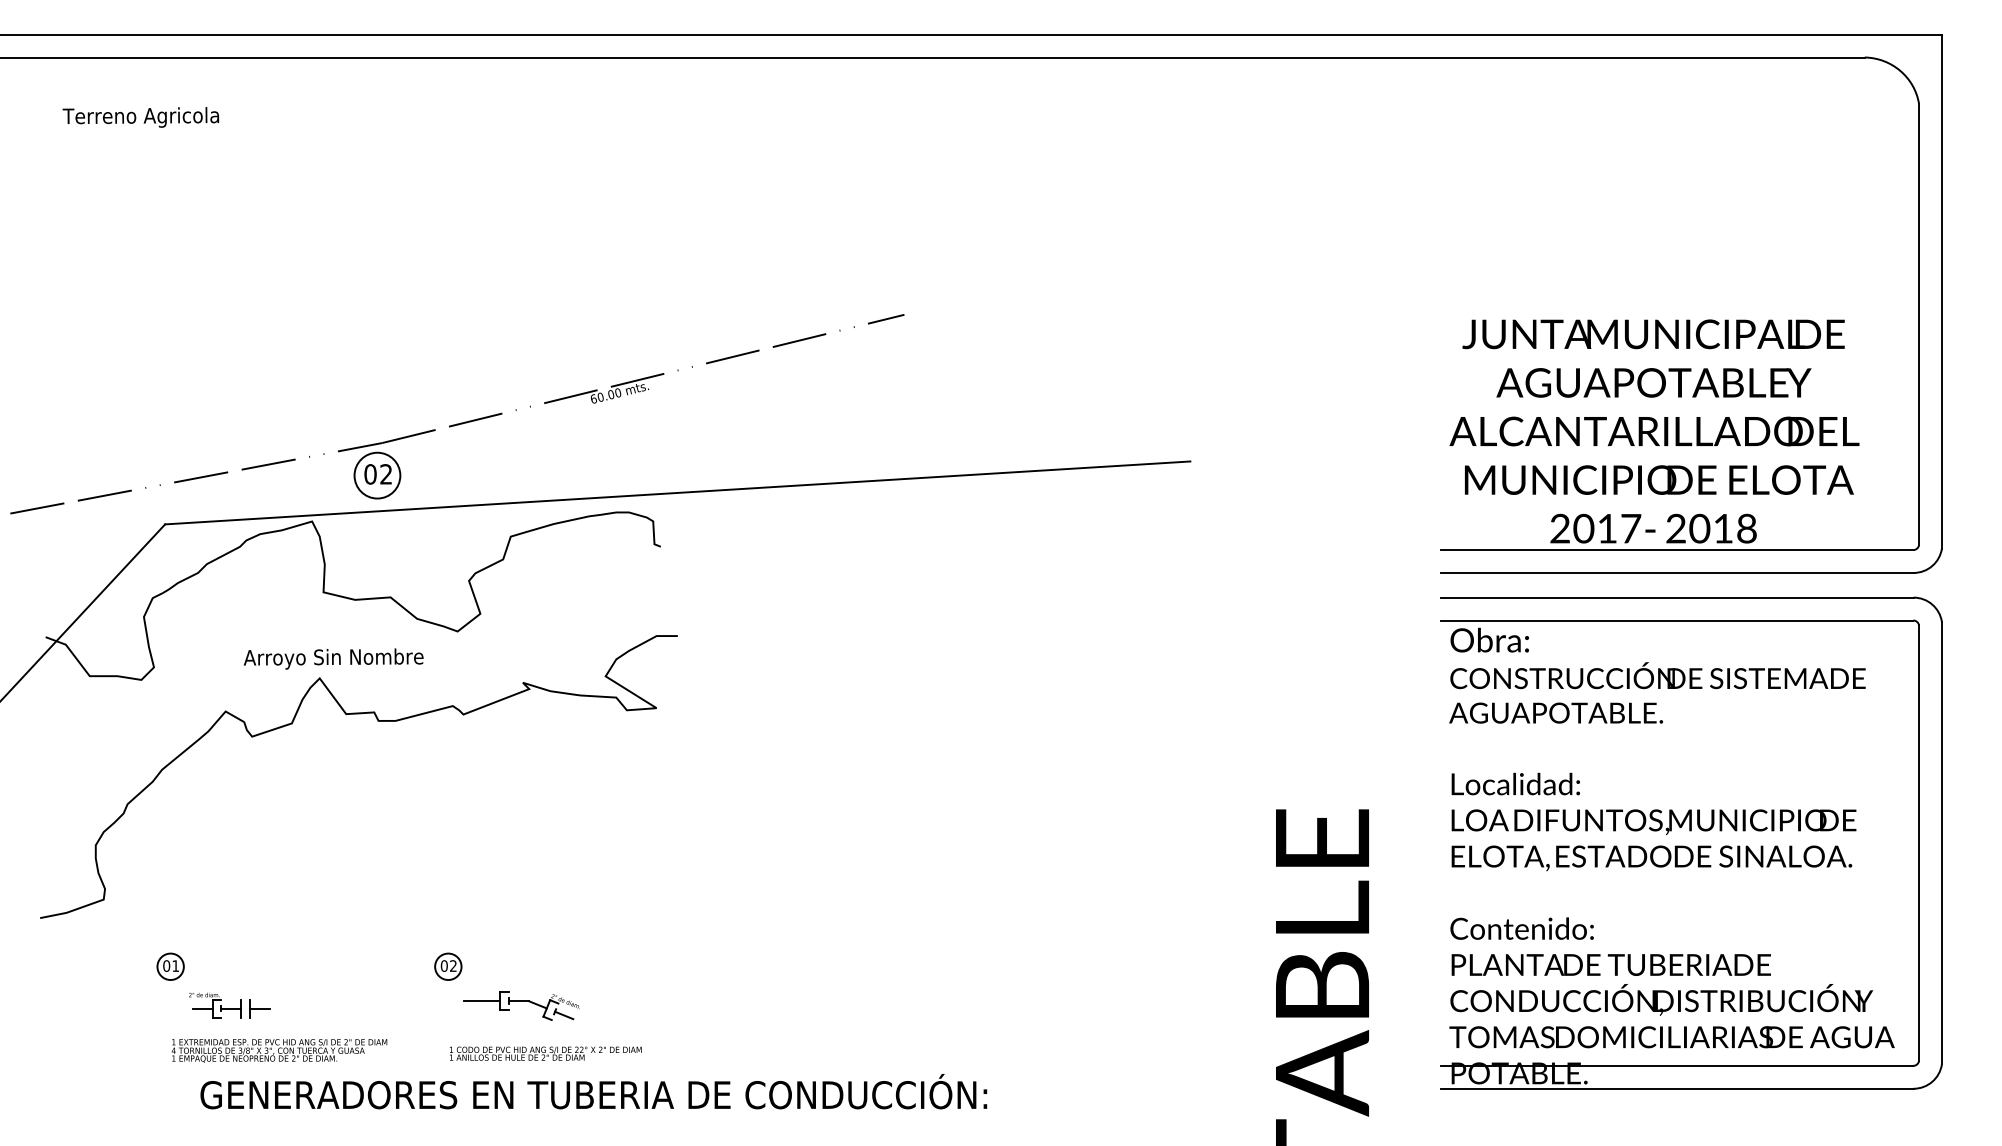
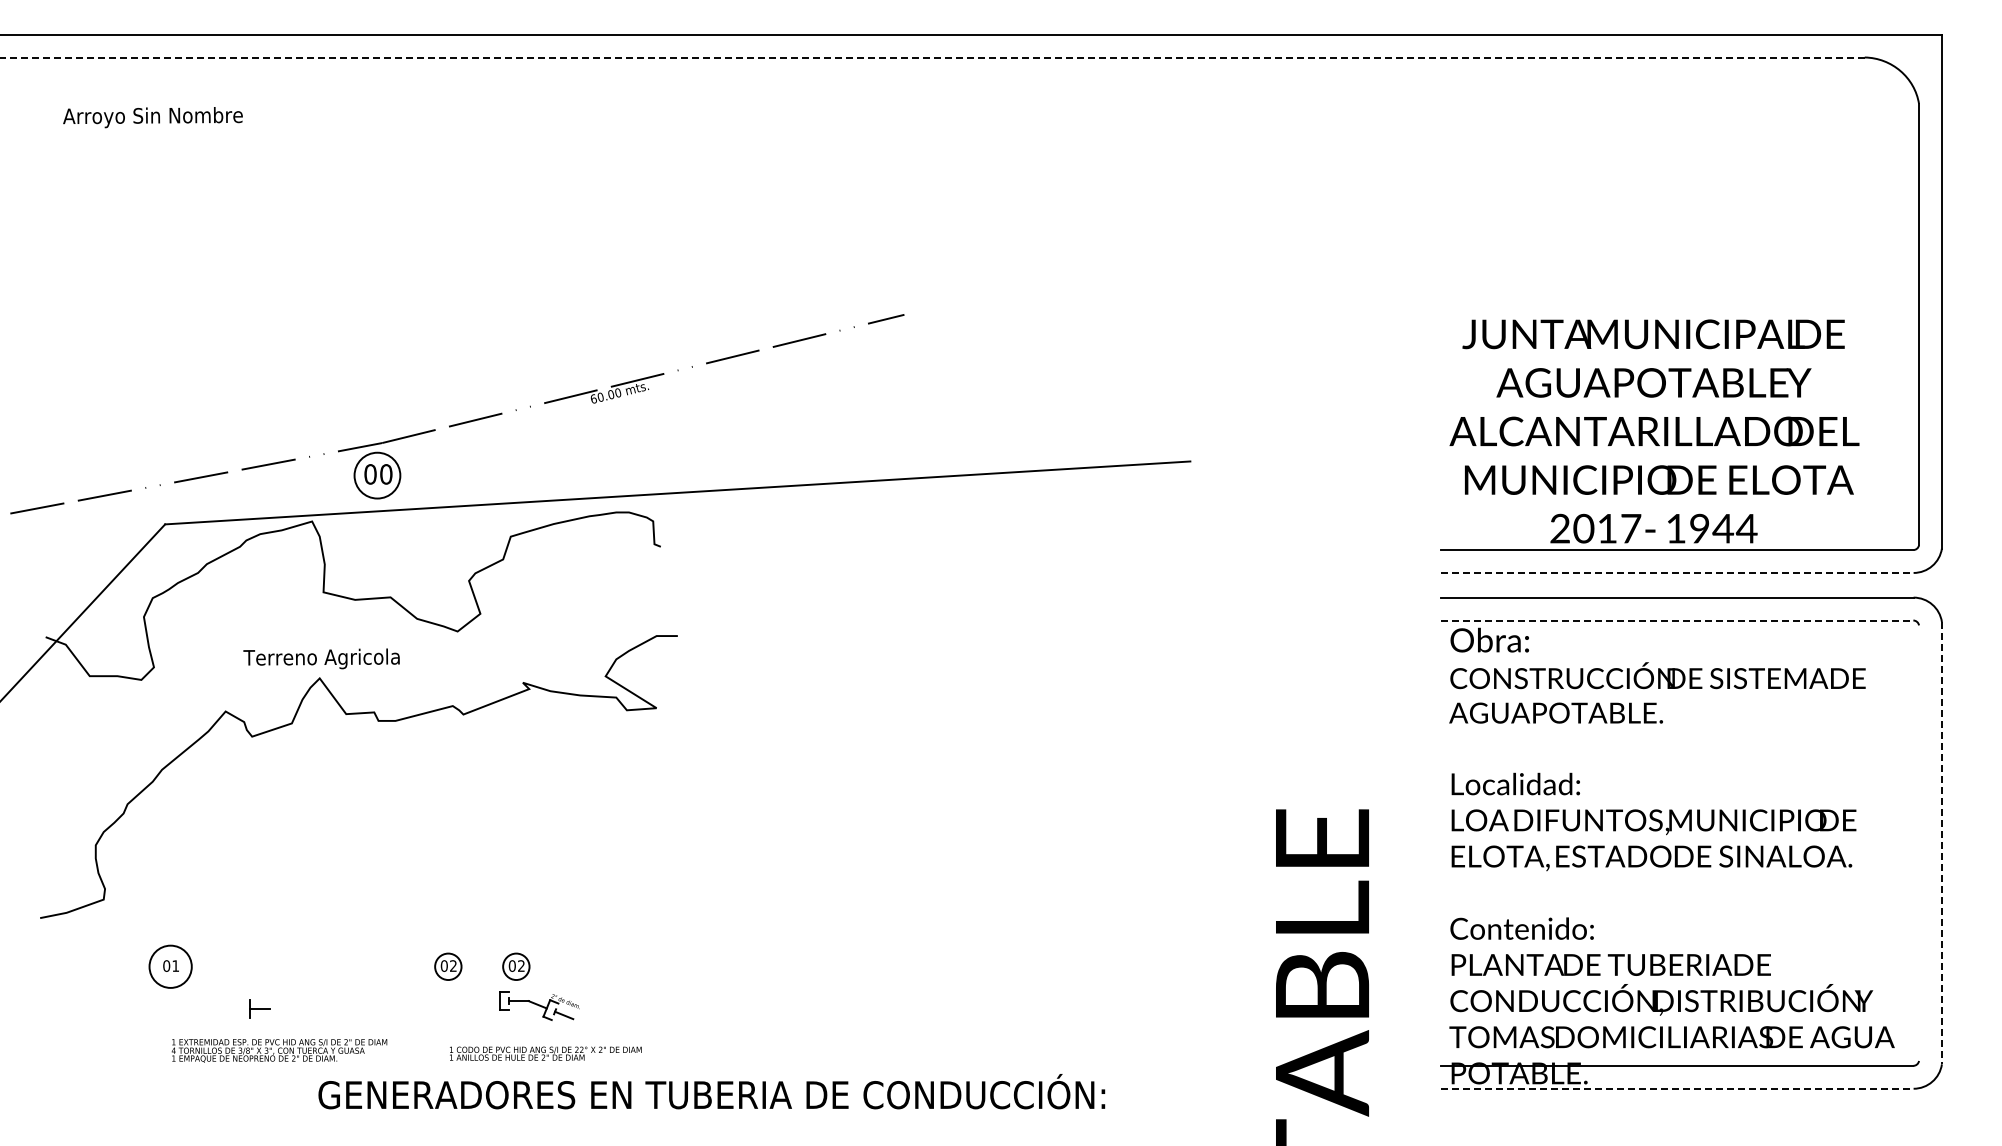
line at (932, 57): solid -> dashed
text at (152, 117): Terreno Agricola -> Arroyo Sin Nombre
text at (386, 474): 02 -> 00
text at (1711, 528): 2018 -> 1944
line at (1677, 572): solid -> dashed
line at (1677, 620): solid -> dashed
text at (333, 658): Arroyo Sin Nombre -> Terreno Agricola
line at (1919, 842): present -> none
line at (1941, 843): solid -> dashed
circle at (170, 966) diameter: 26 px -> 42 px
part at (516, 966): none -> present
line at (482, 1001): present -> none
part at (215, 1005): present -> none
line at (1677, 1088): solid -> dashed
text at (593, 1091) position: (593, 1091) -> (711, 1091)
